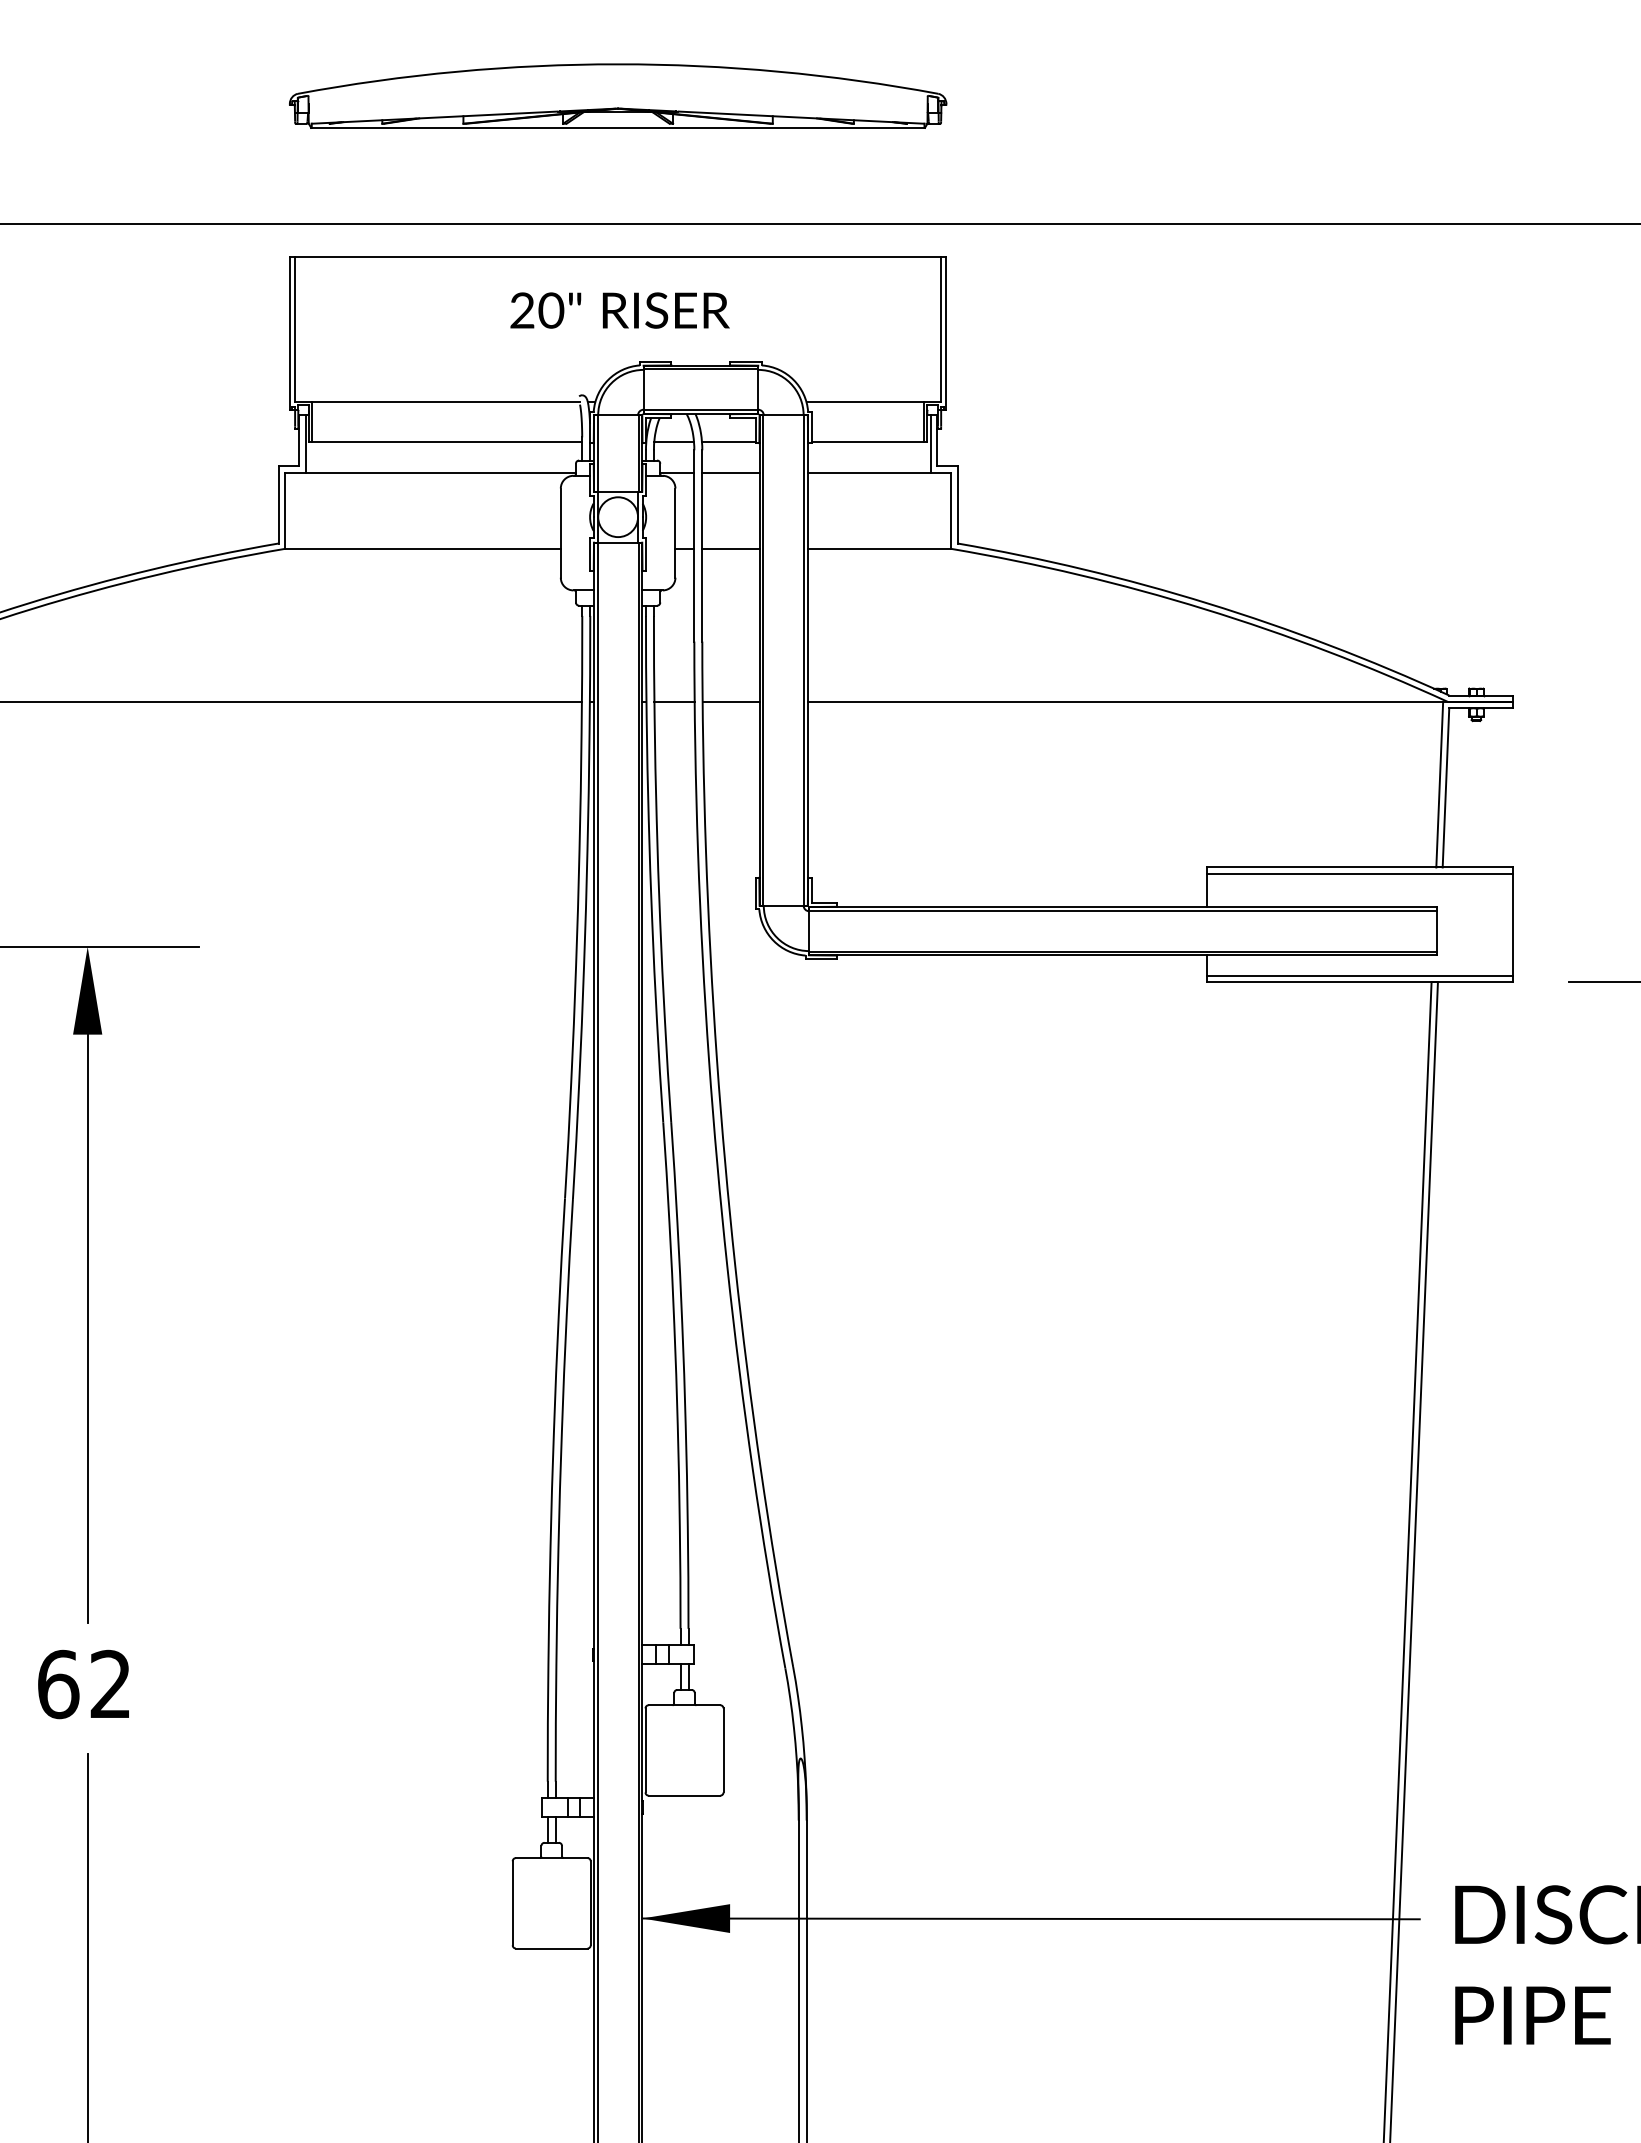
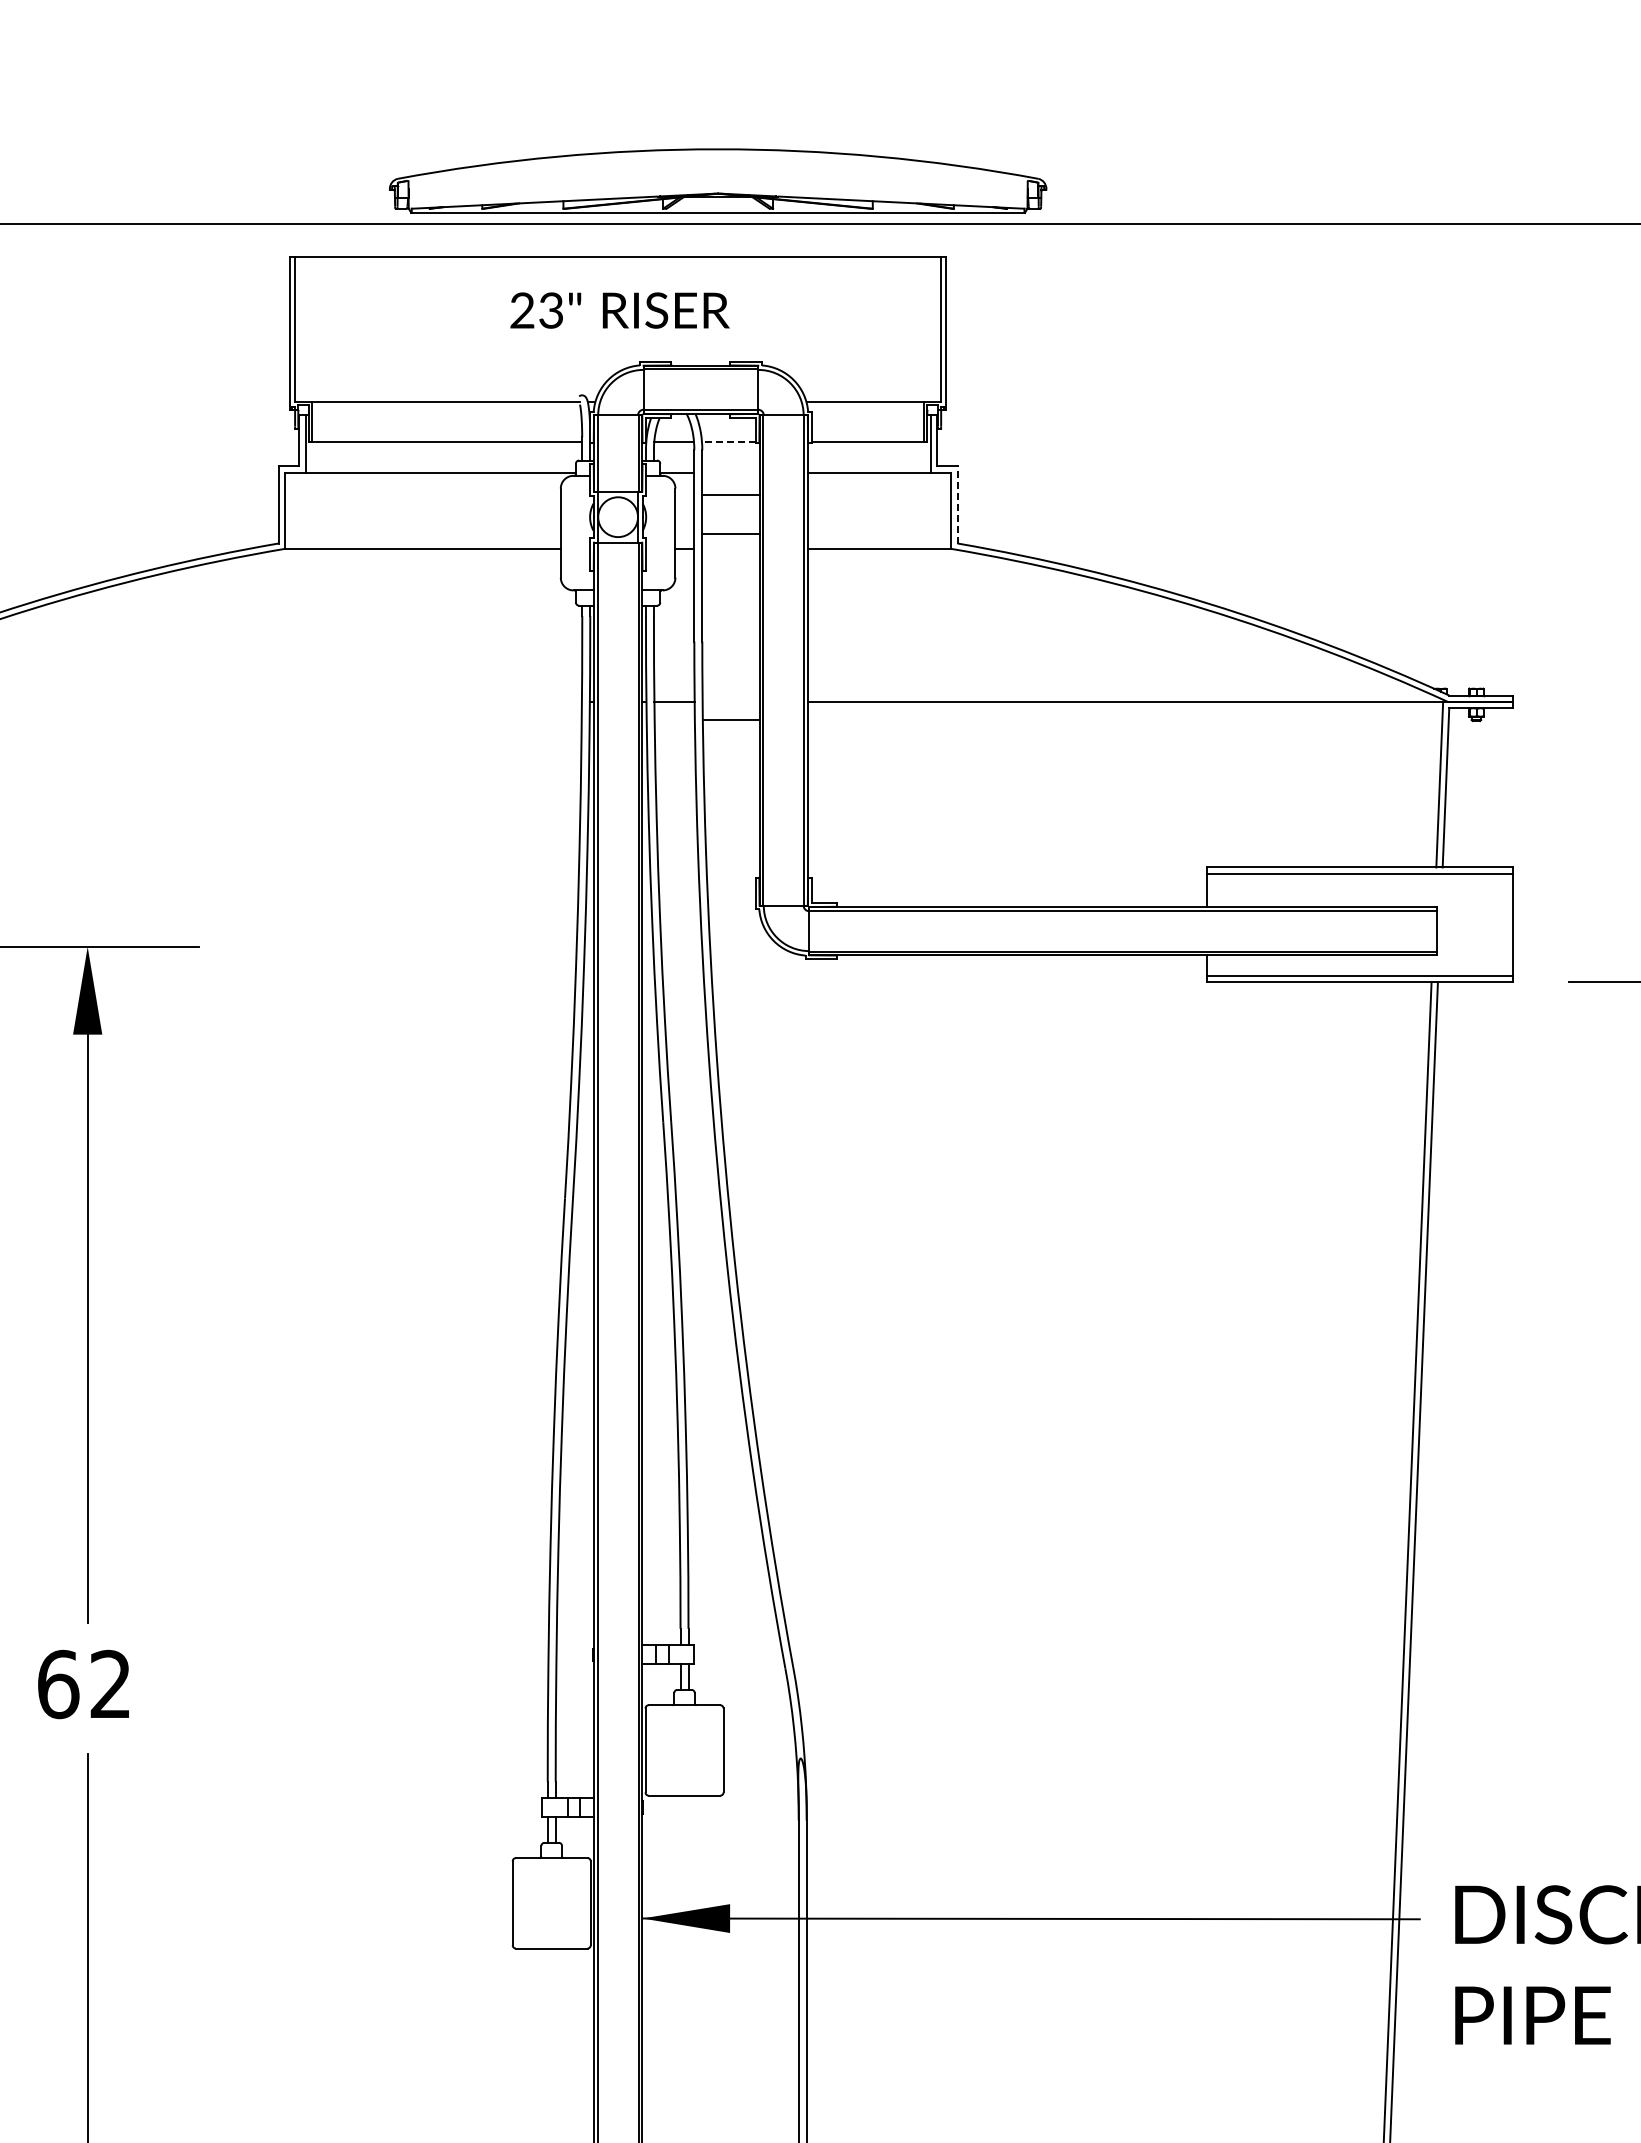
part at (618, 95) position: (618, 95) -> (718, 180)
text at (551, 310): 20" -> 23"
line at (728, 442): solid -> dashed
line at (730, 472) position: (730, 472) -> (730, 494)
line at (957, 504): solid -> dashed
line at (730, 548) position: (730, 548) -> (730, 533)
line at (291, 701): present -> none
line at (730, 701) position: (730, 701) -> (730, 719)
